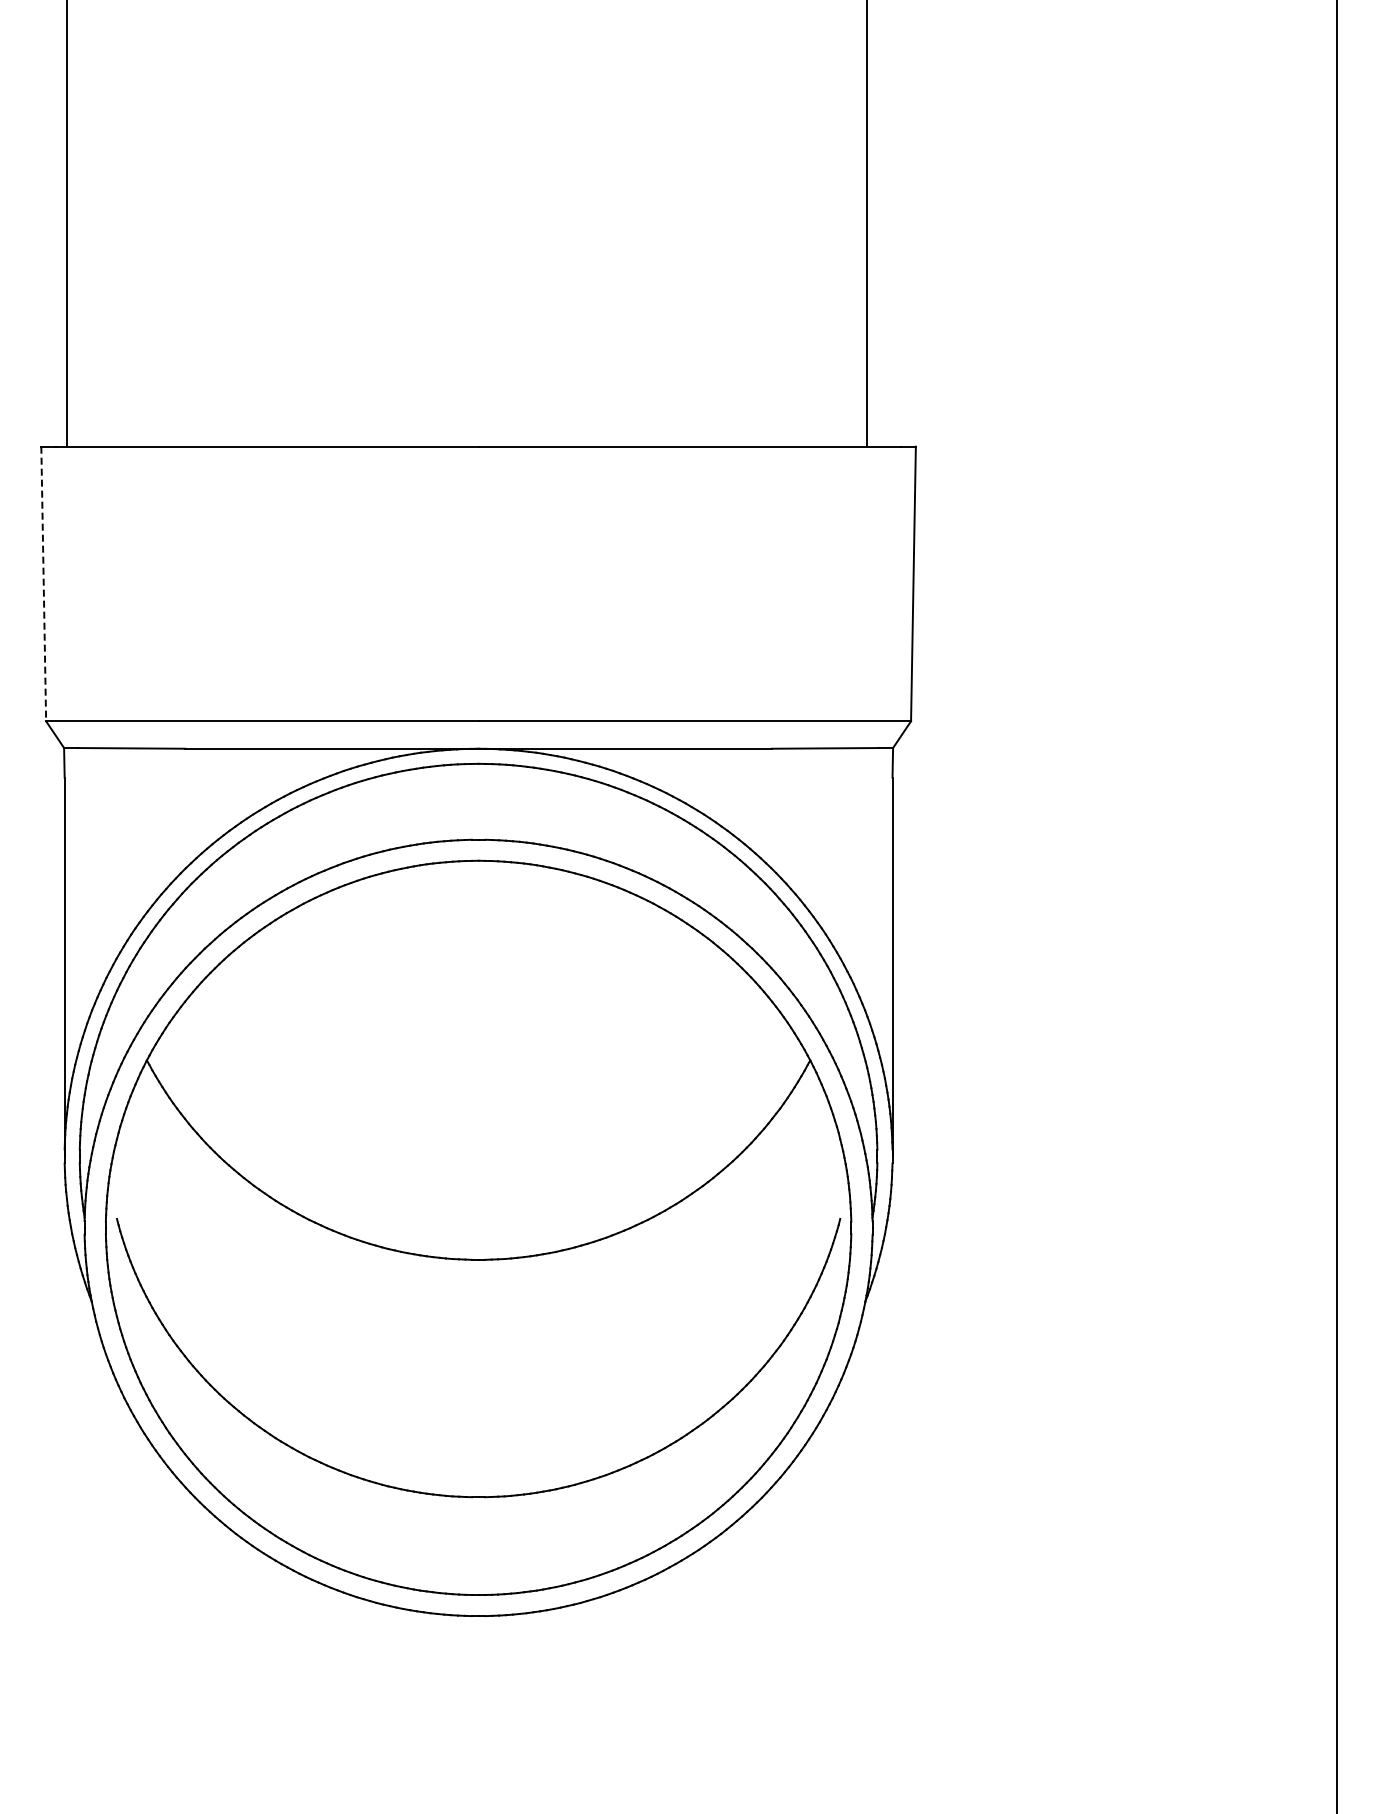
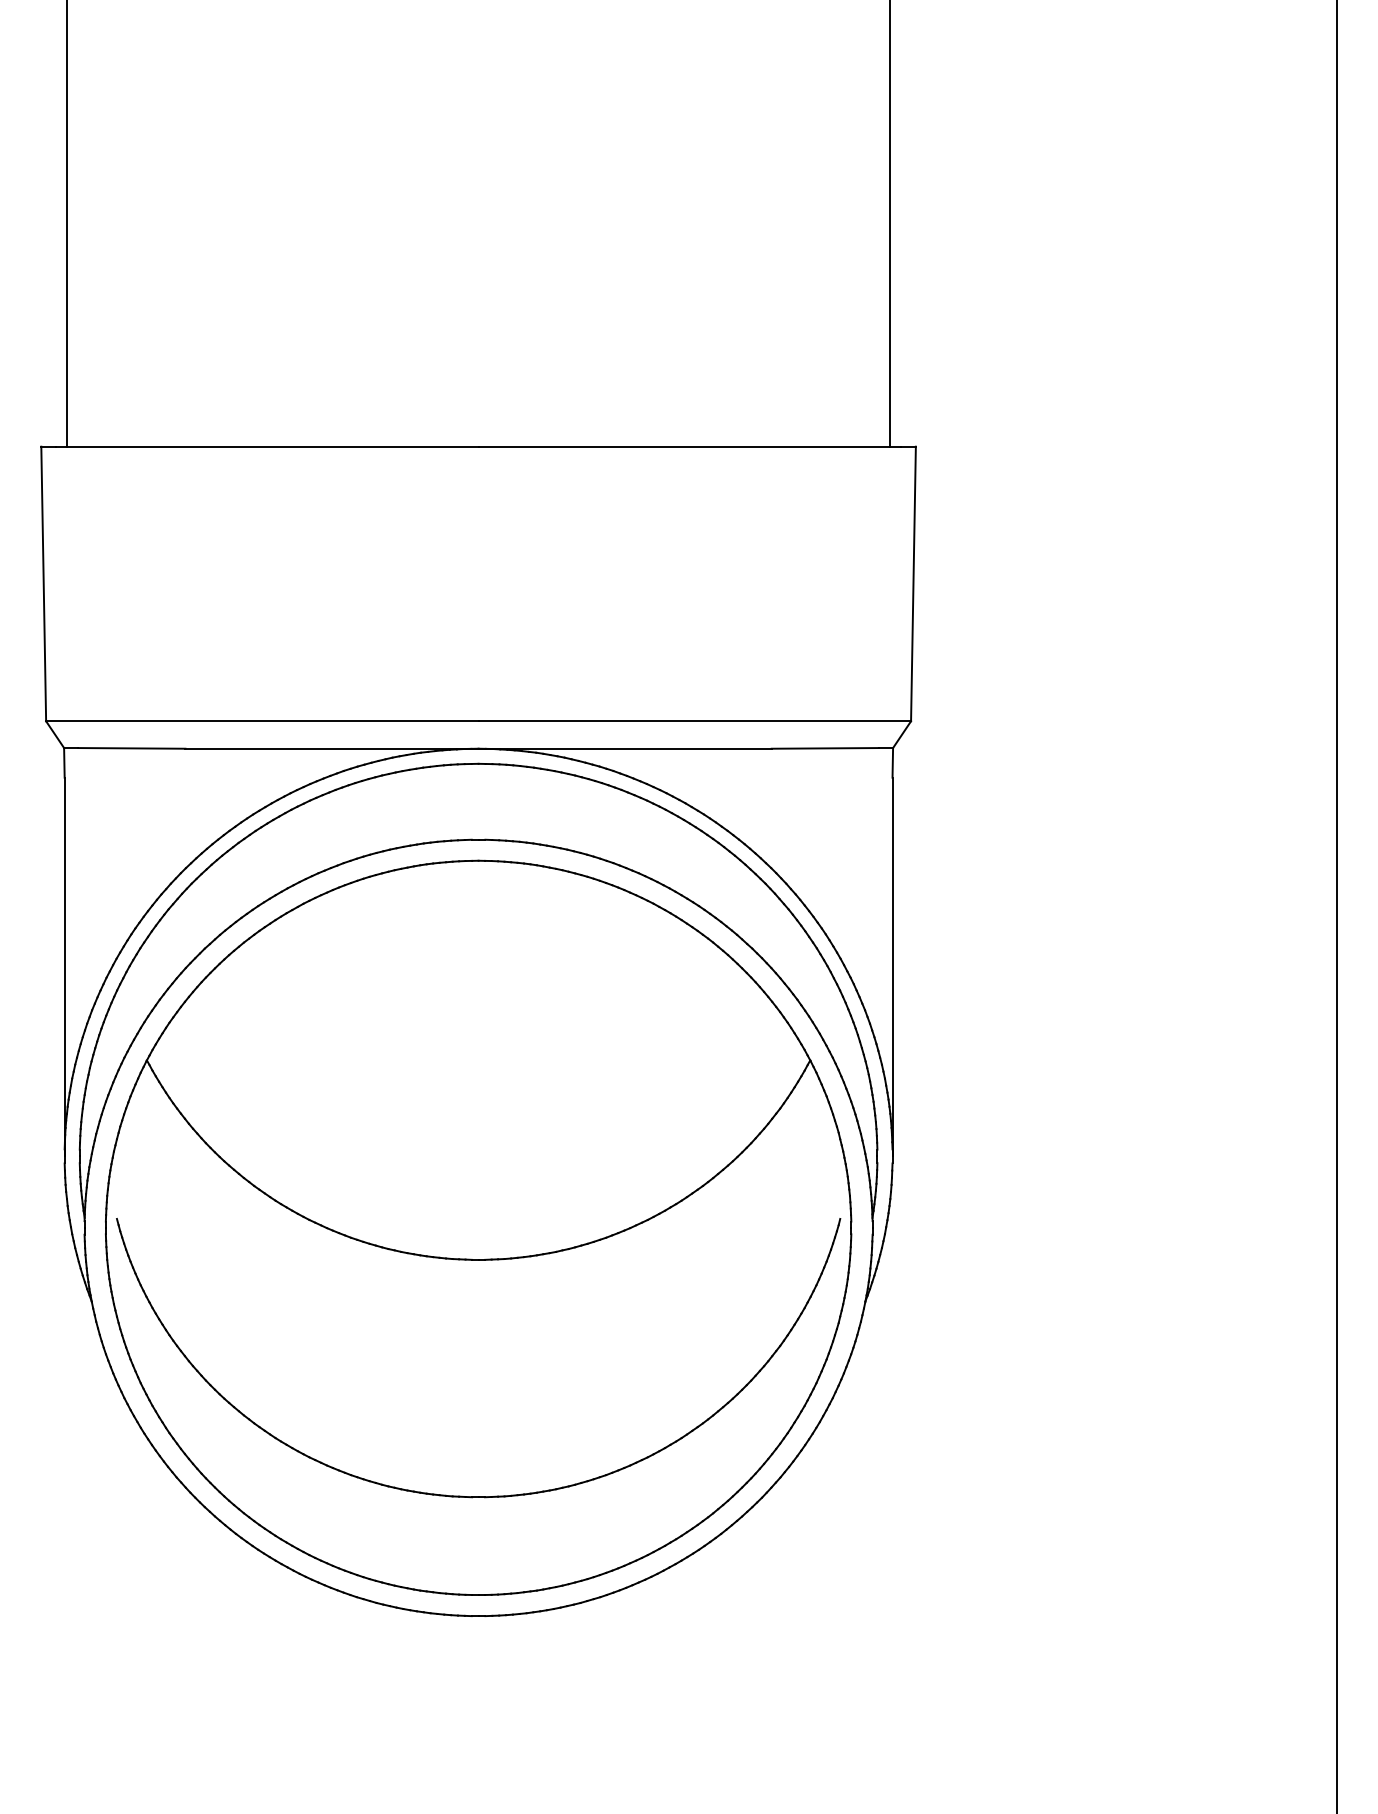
line at (867, 224) position: (867, 224) -> (890, 224)
line at (43, 584): dashed -> solid
